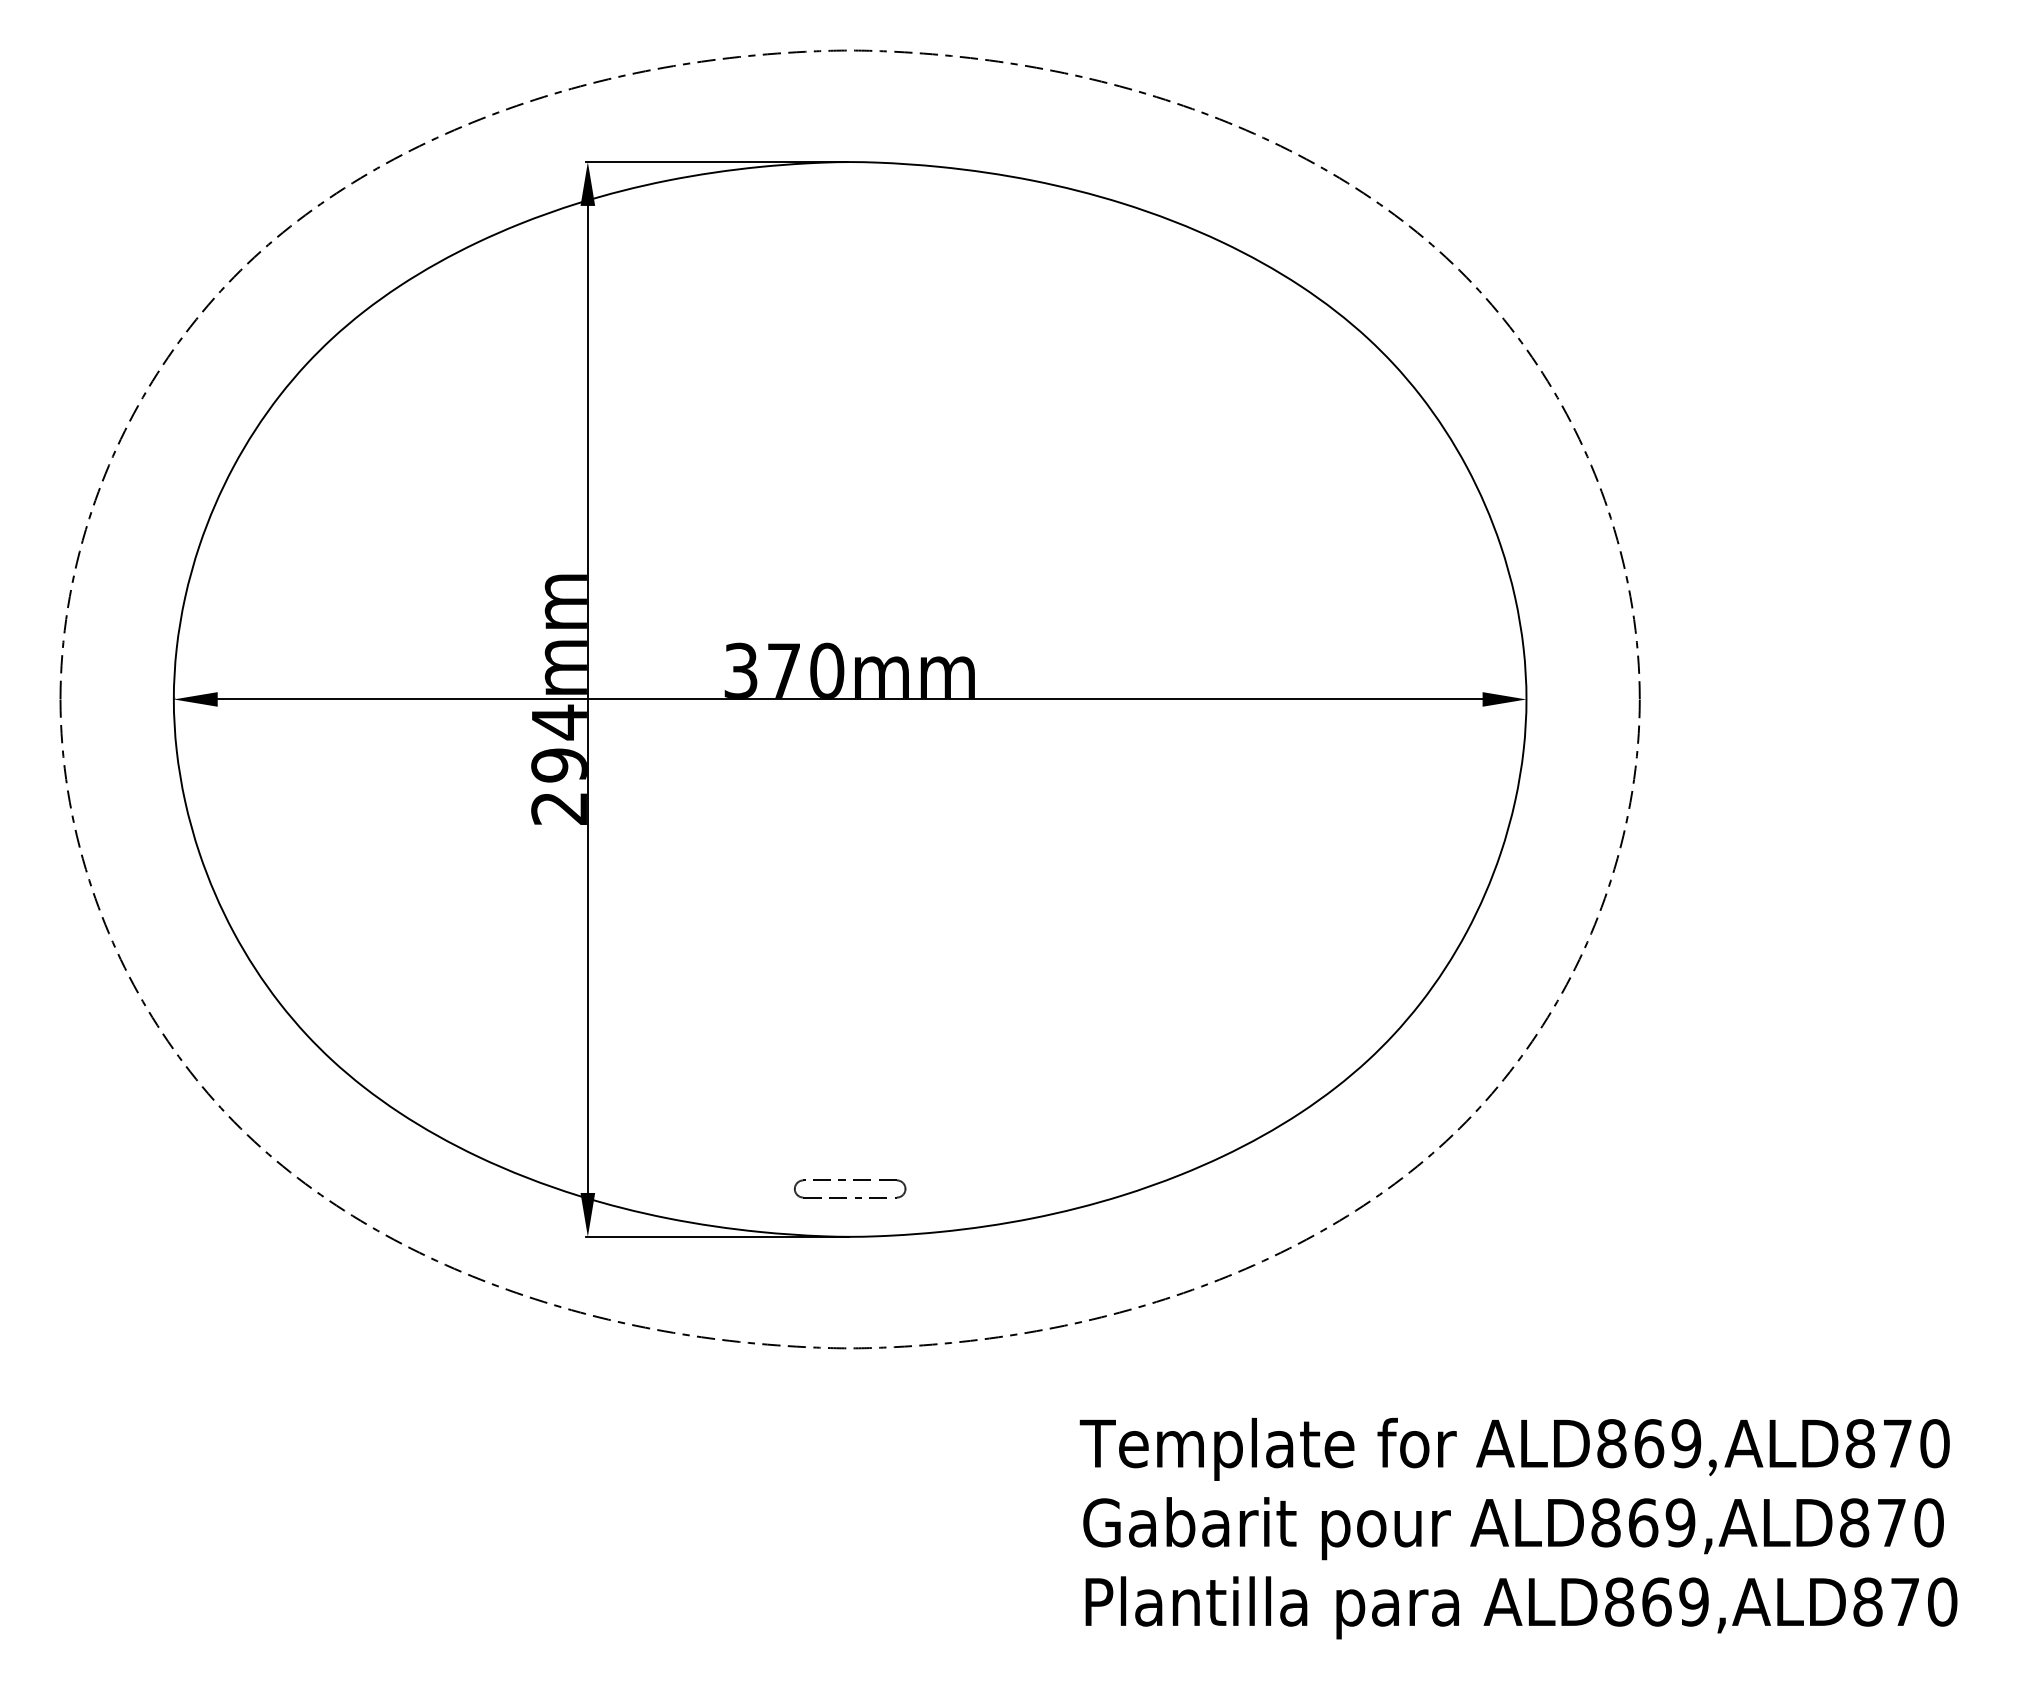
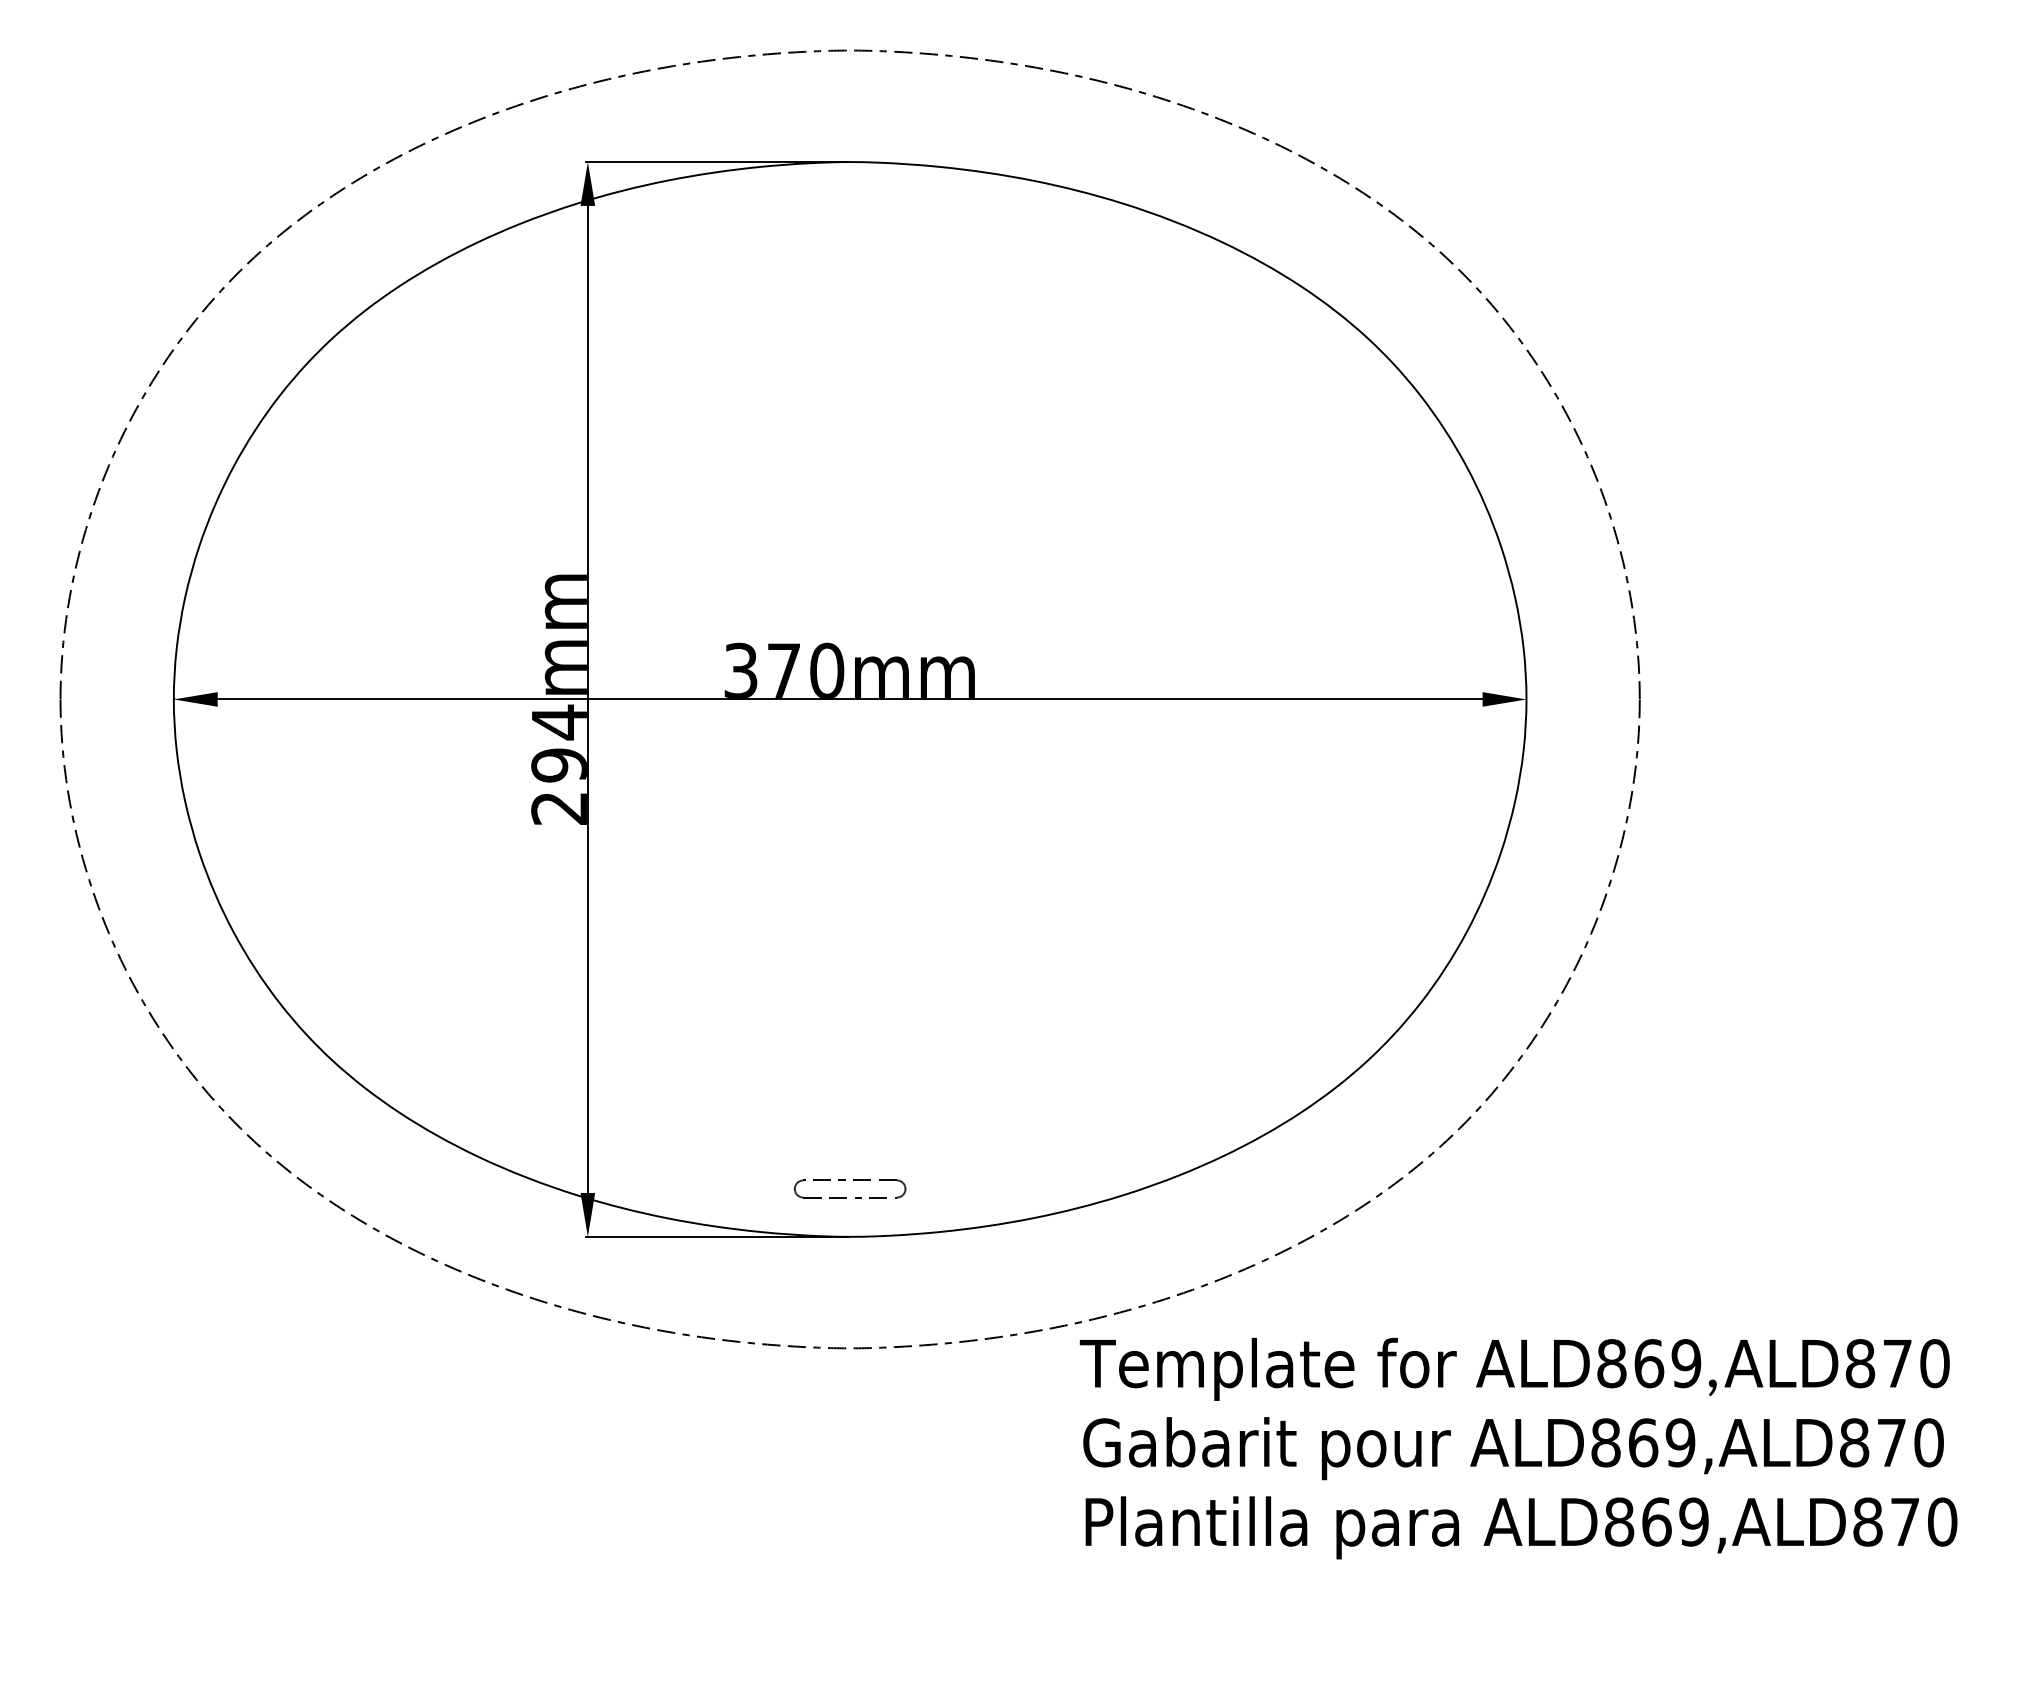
text at (1518, 1528) position: (1518, 1528) -> (1518, 1448)
